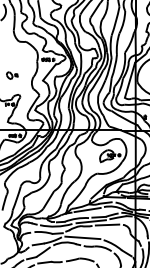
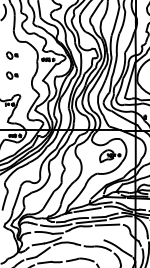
part at (12, 55): none -> present
line at (82, 237): present -> none
